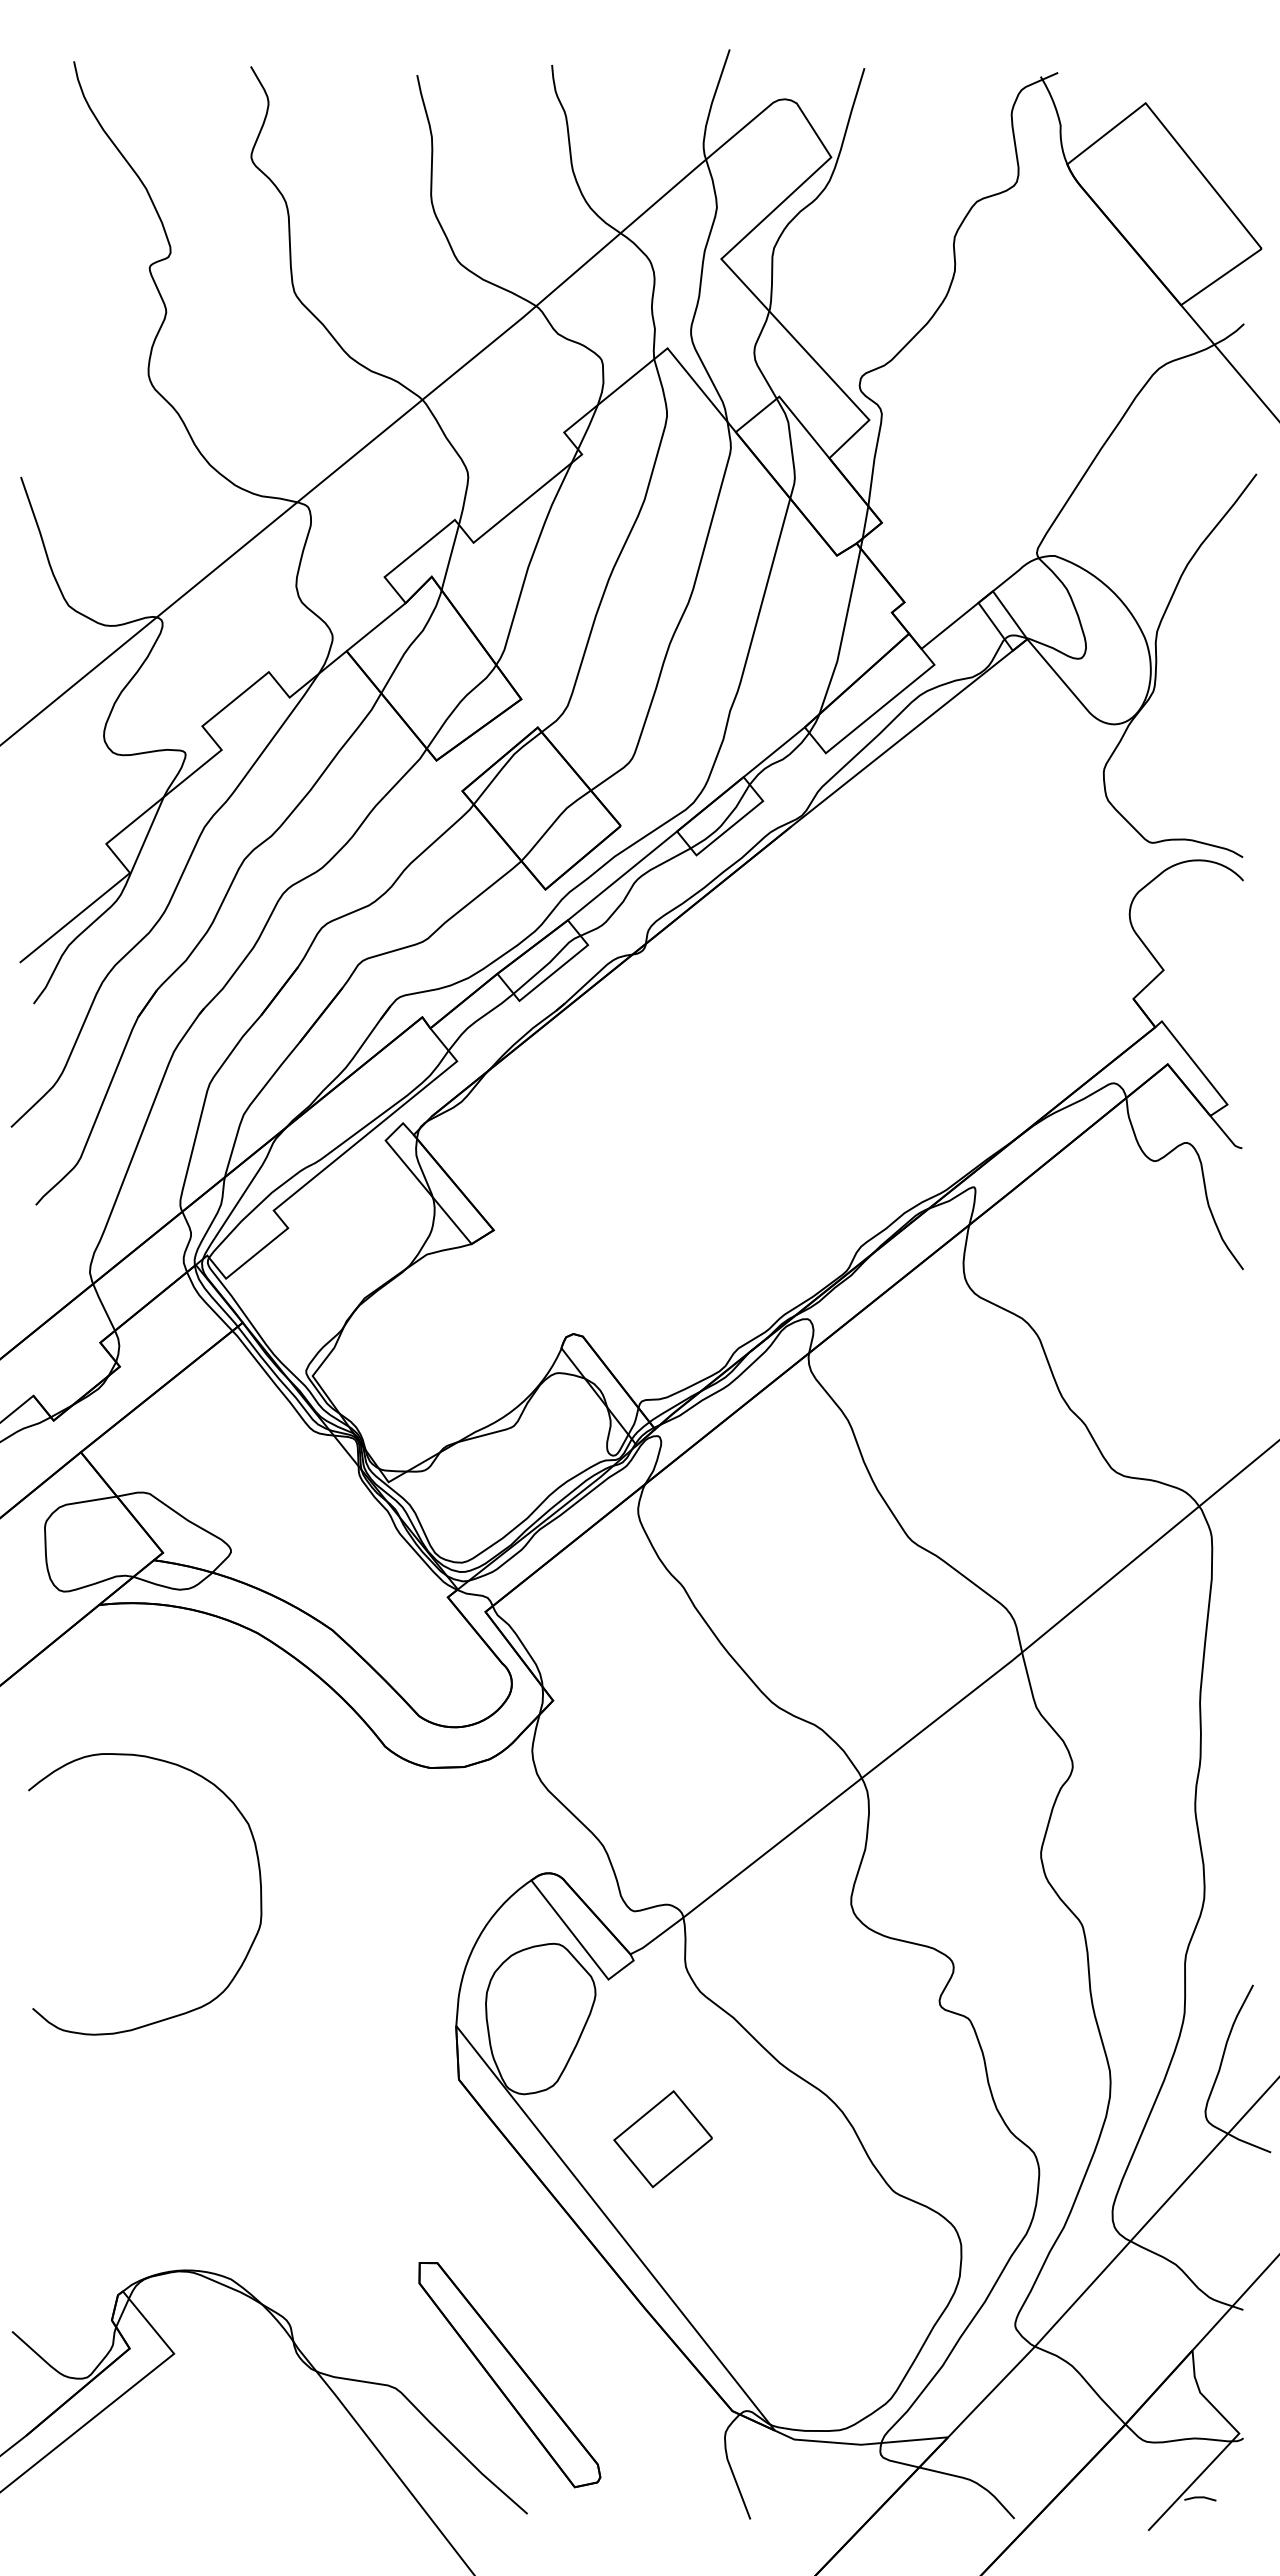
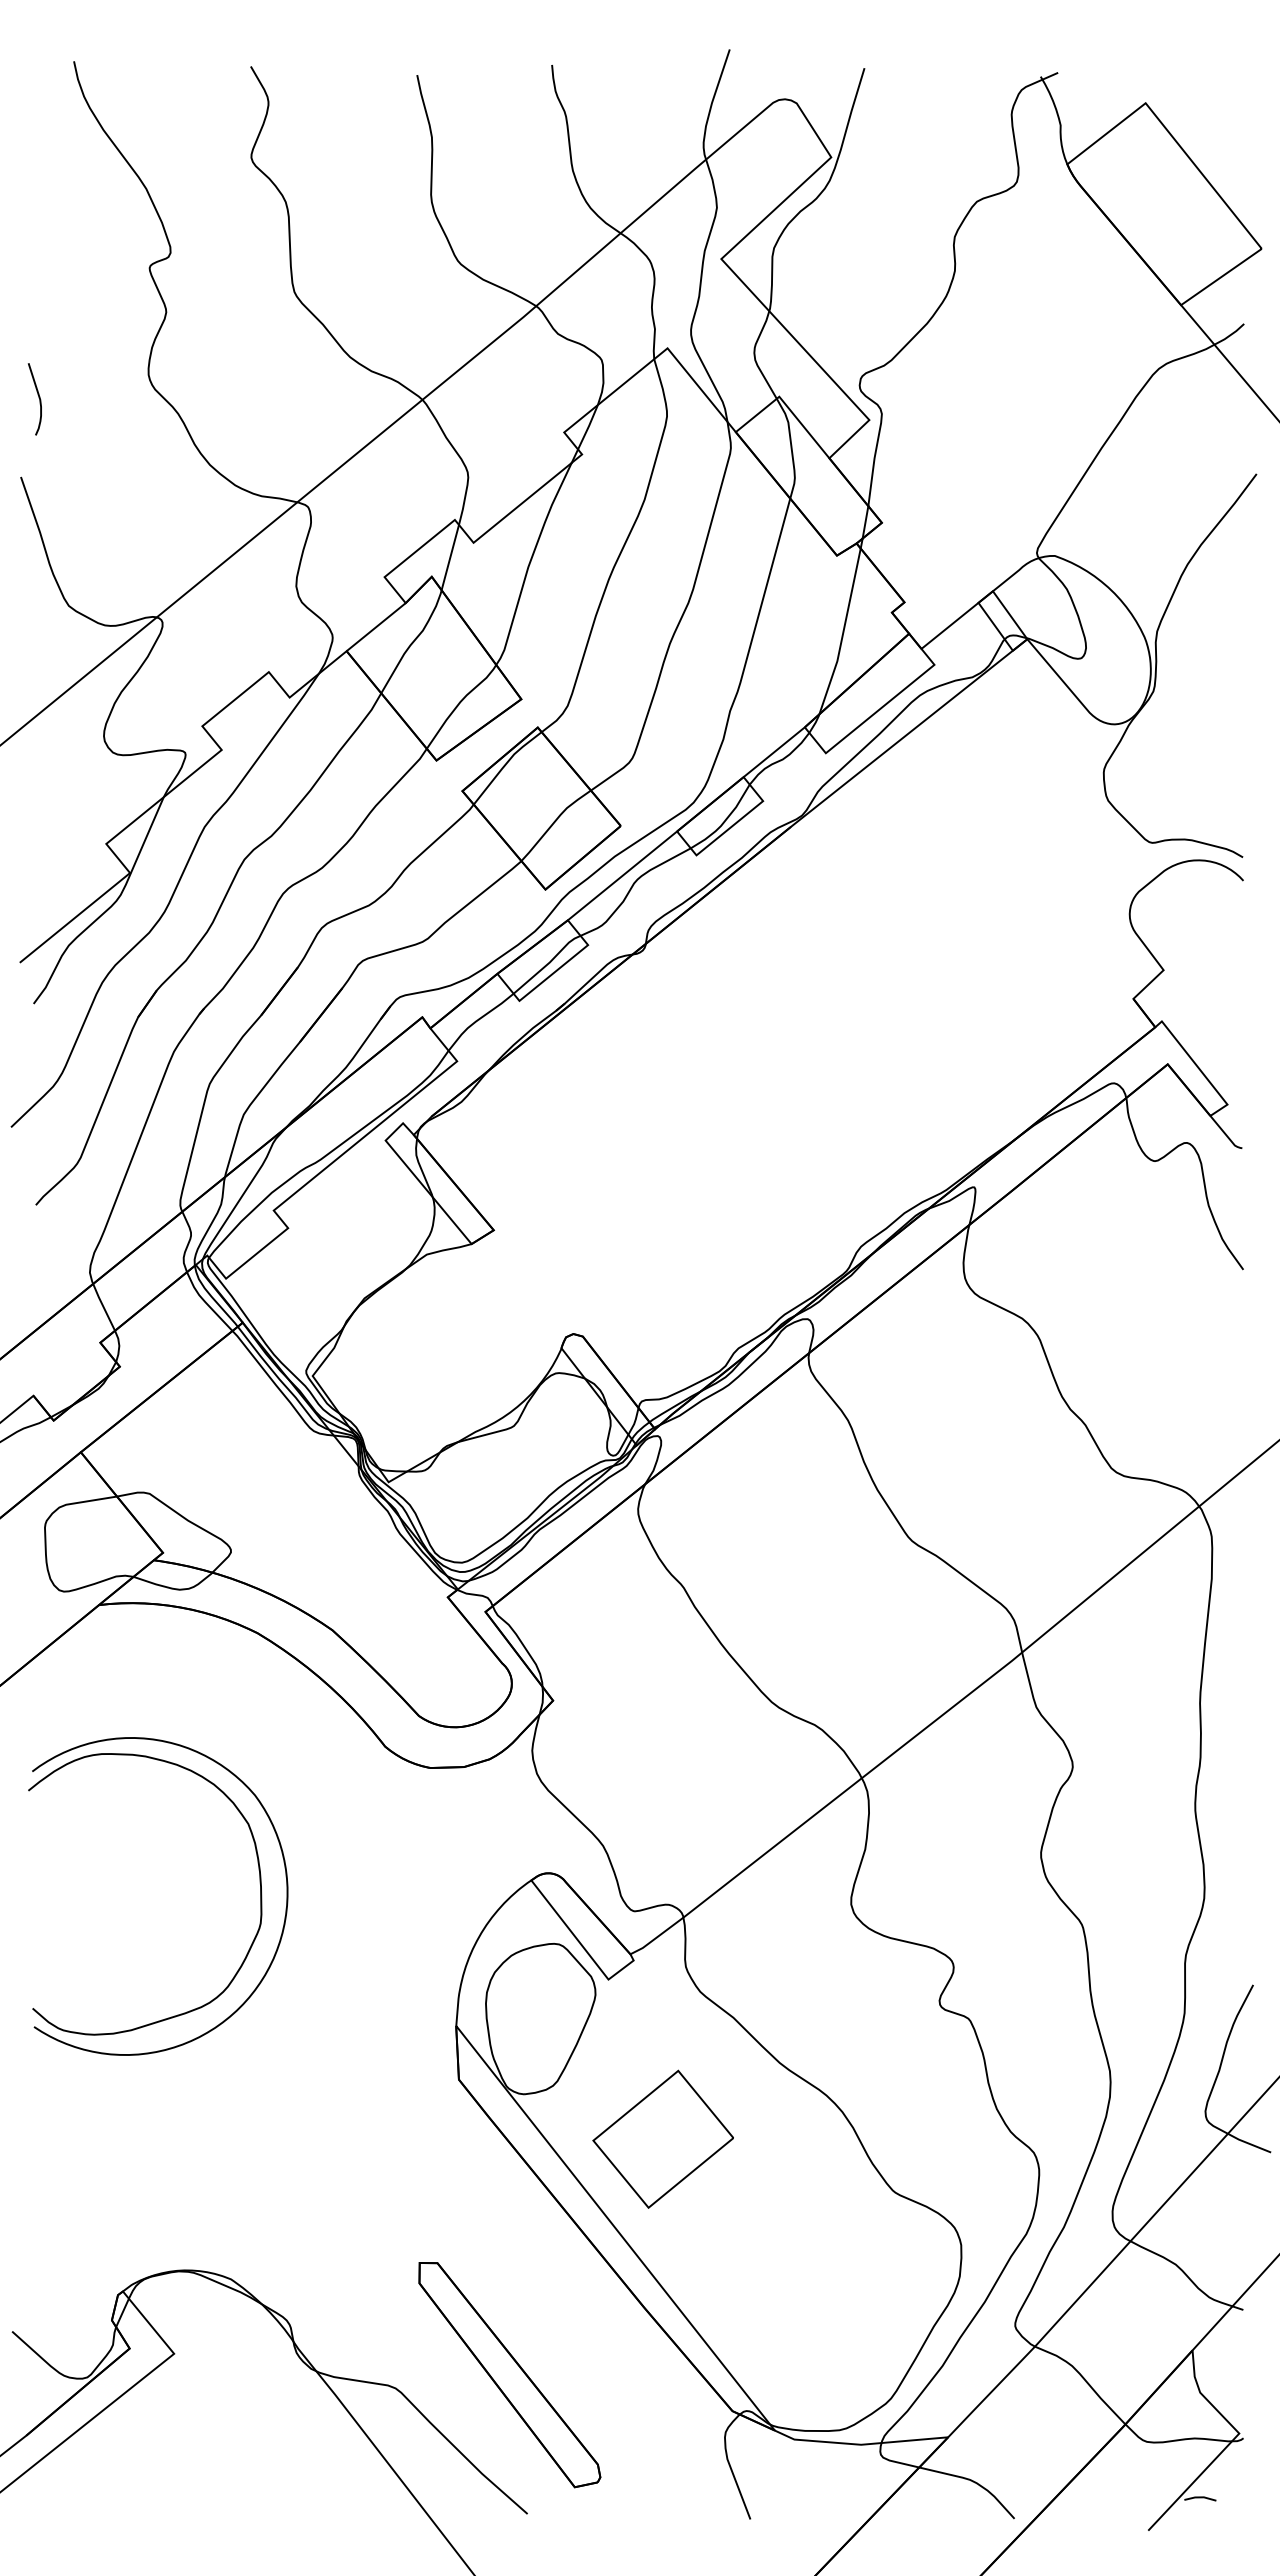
curve at (38, 398): none -> present
curve at (285, 1908): none -> present
part at (662, 2139) size: 100x99 px -> 142x140 px
